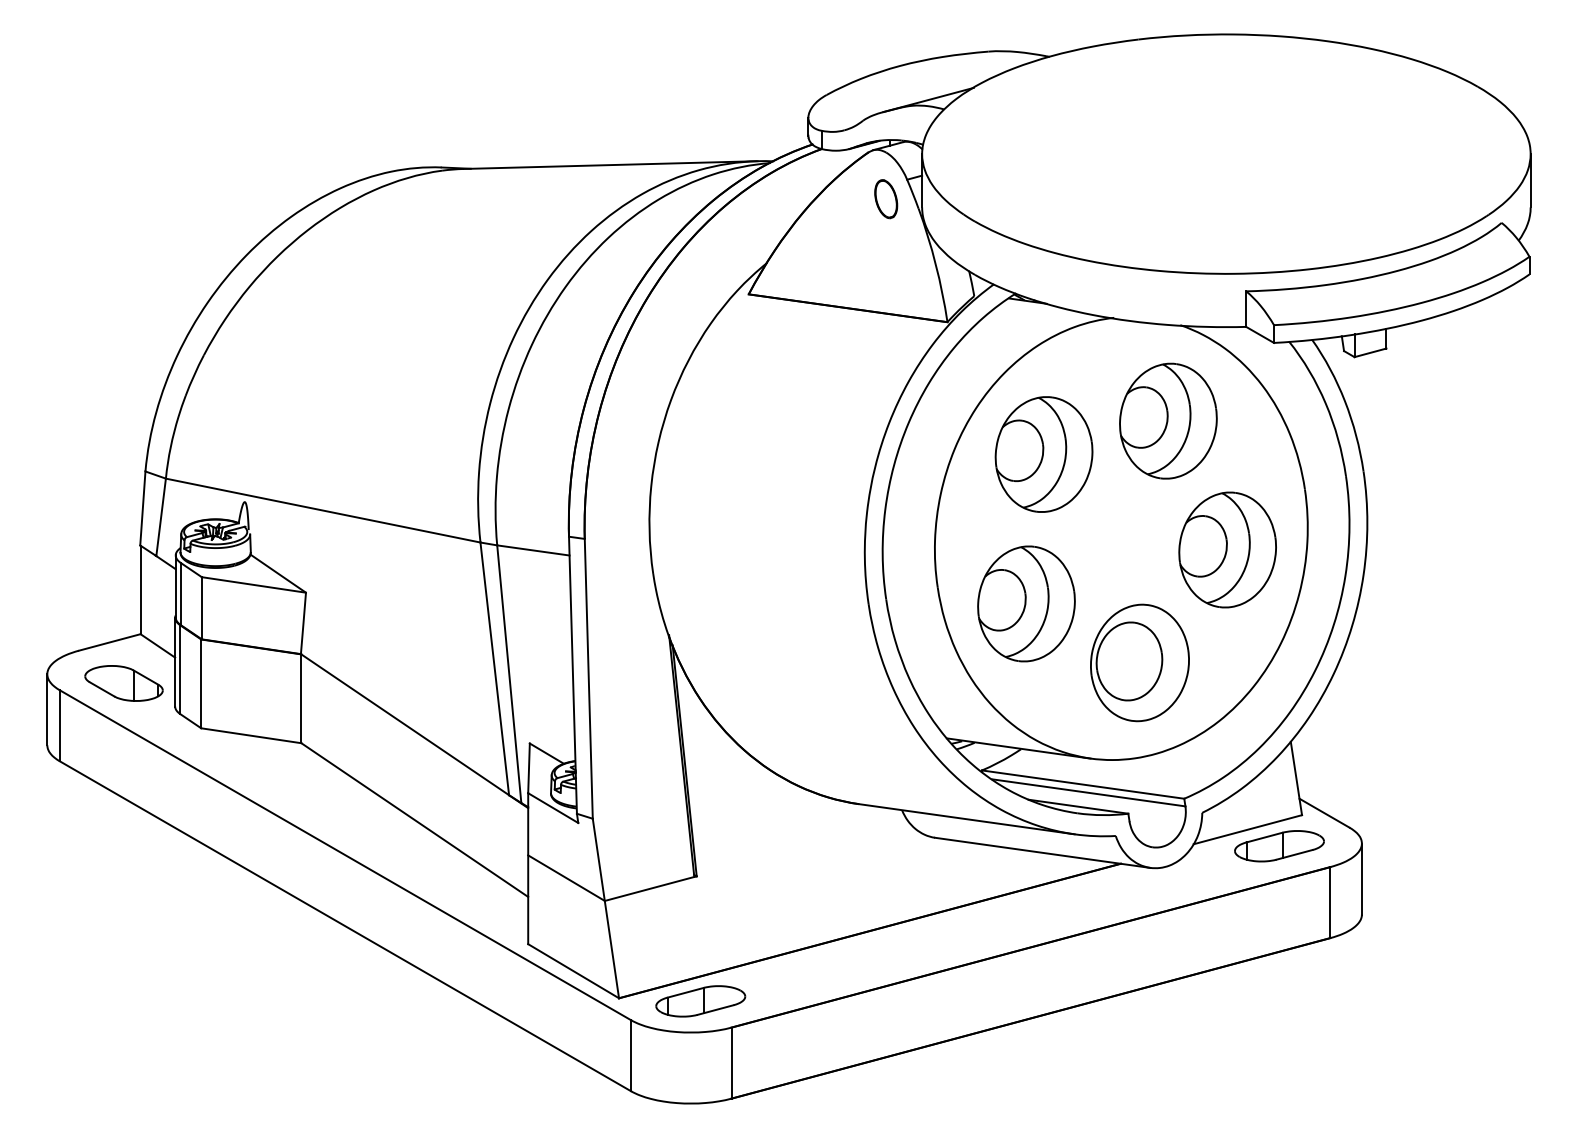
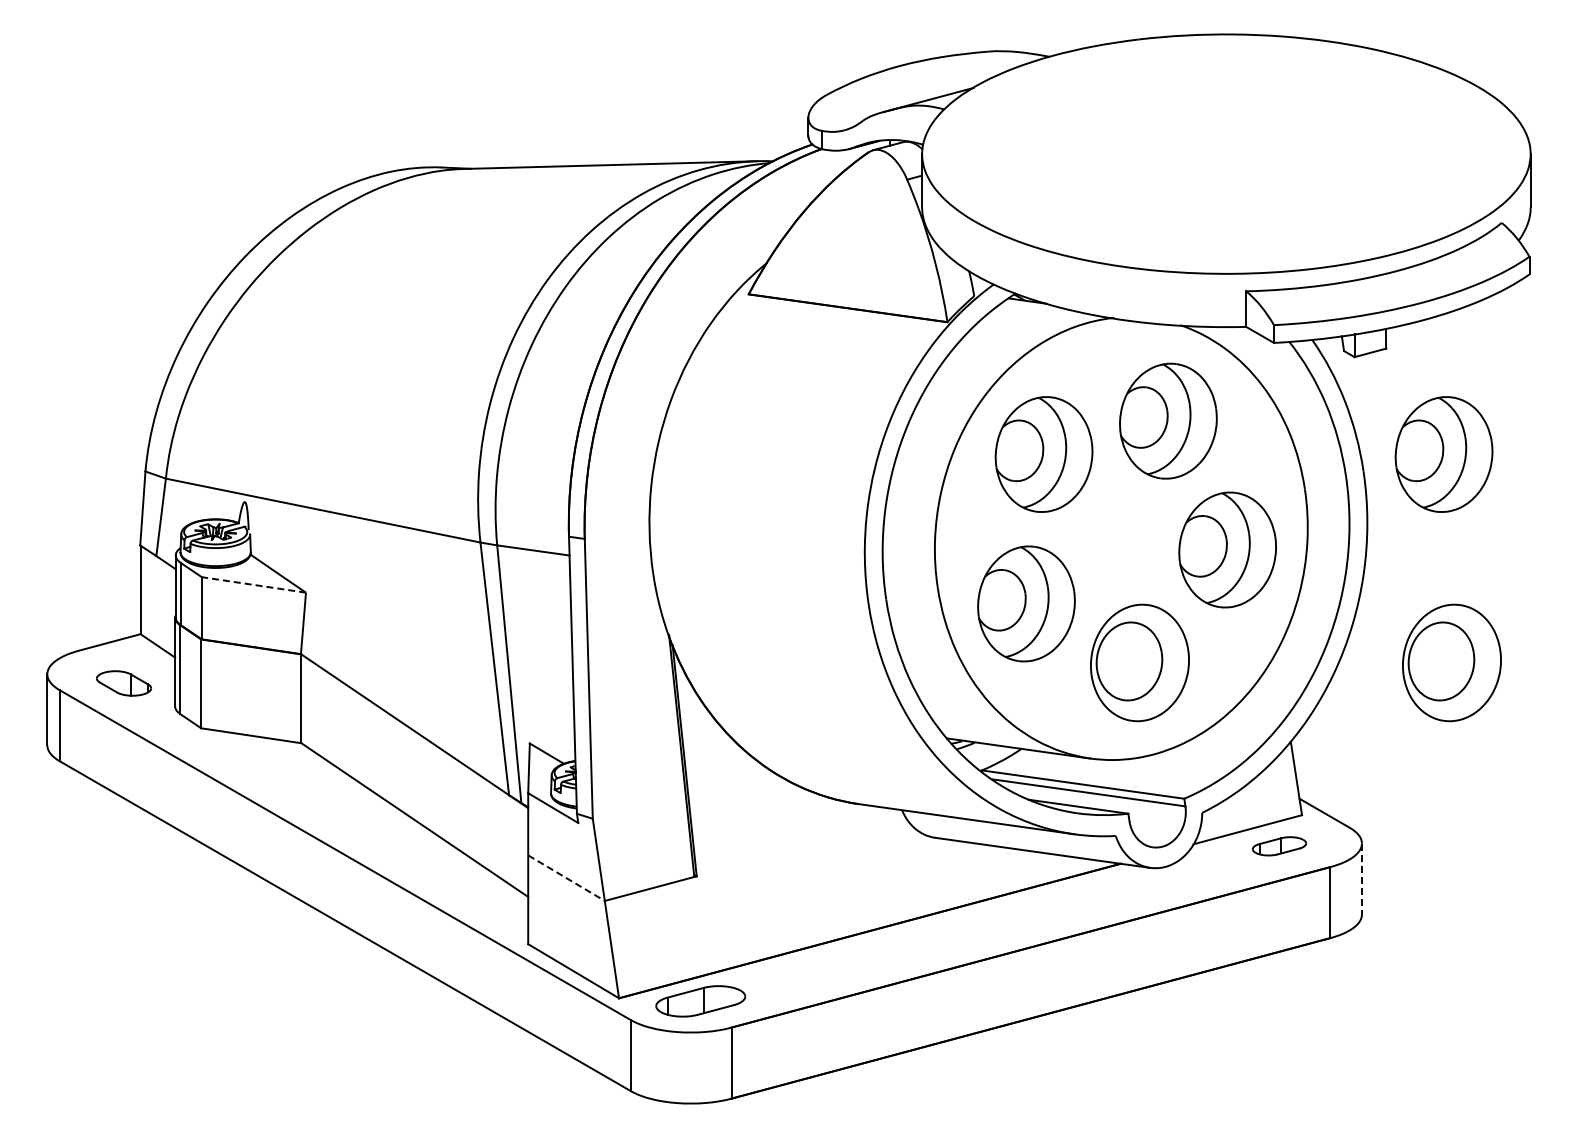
part at (886, 199): present -> none
part at (1443, 454): none -> present
line at (253, 584): solid -> dashed
part at (1451, 662): none -> present
part at (123, 683) size: 80x37 px -> 56x27 px
part at (1279, 846) size: 91x33 px -> 56x21 px
line at (566, 878): solid -> dashed
line at (1361, 879): solid -> dashed
